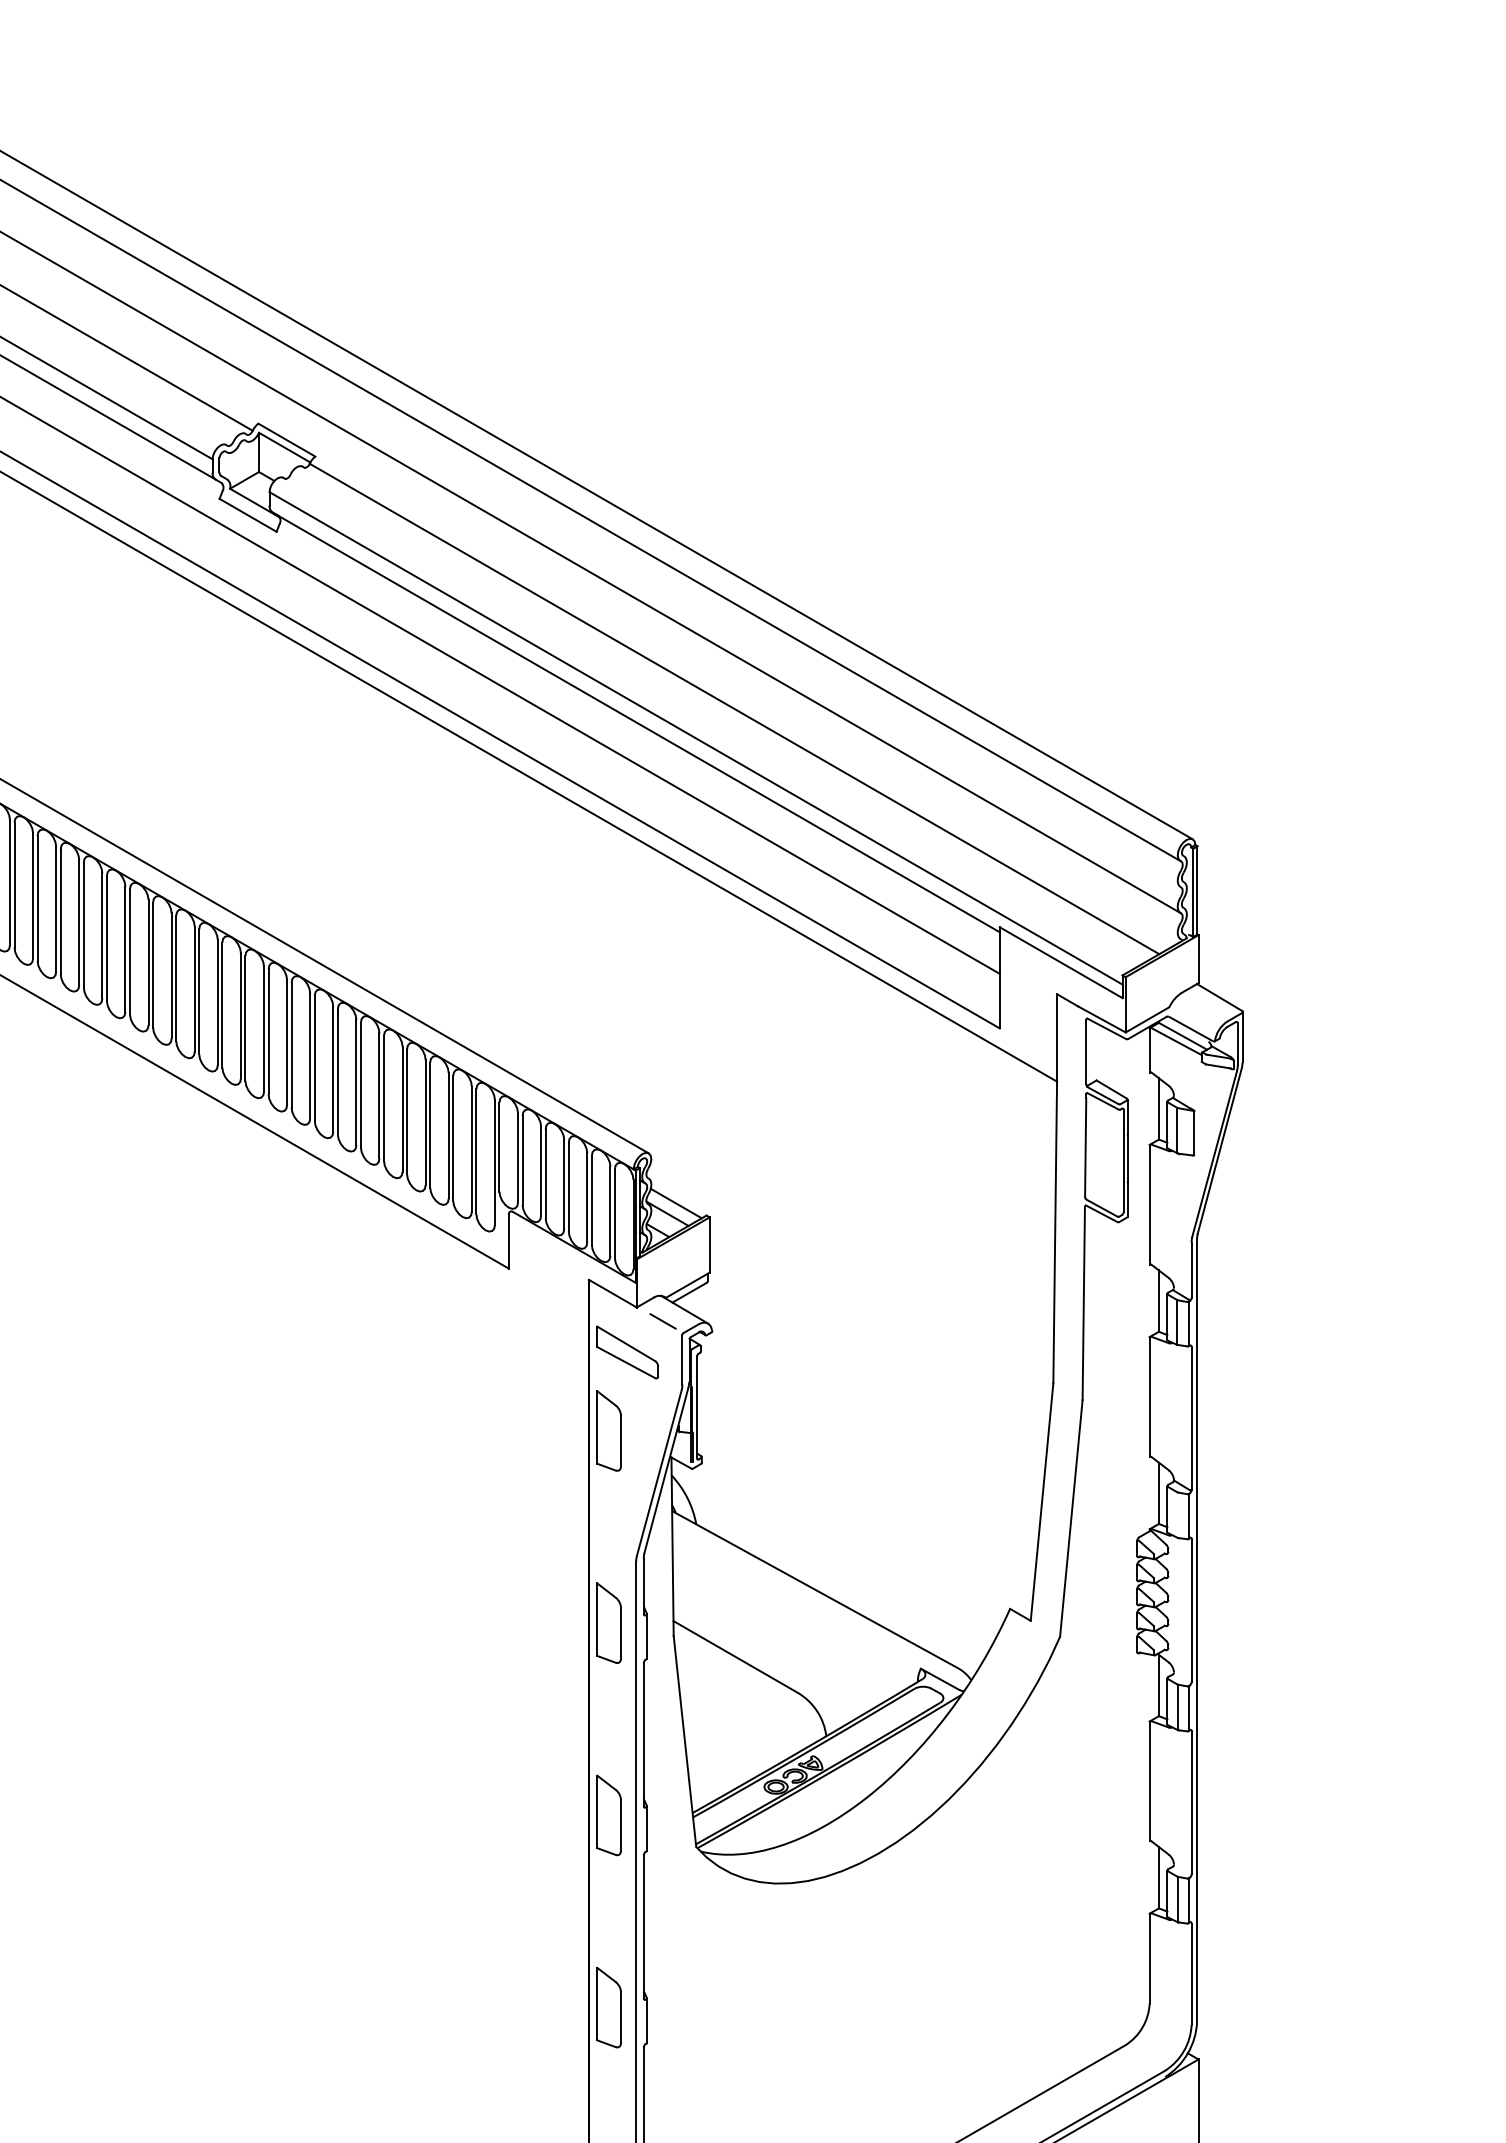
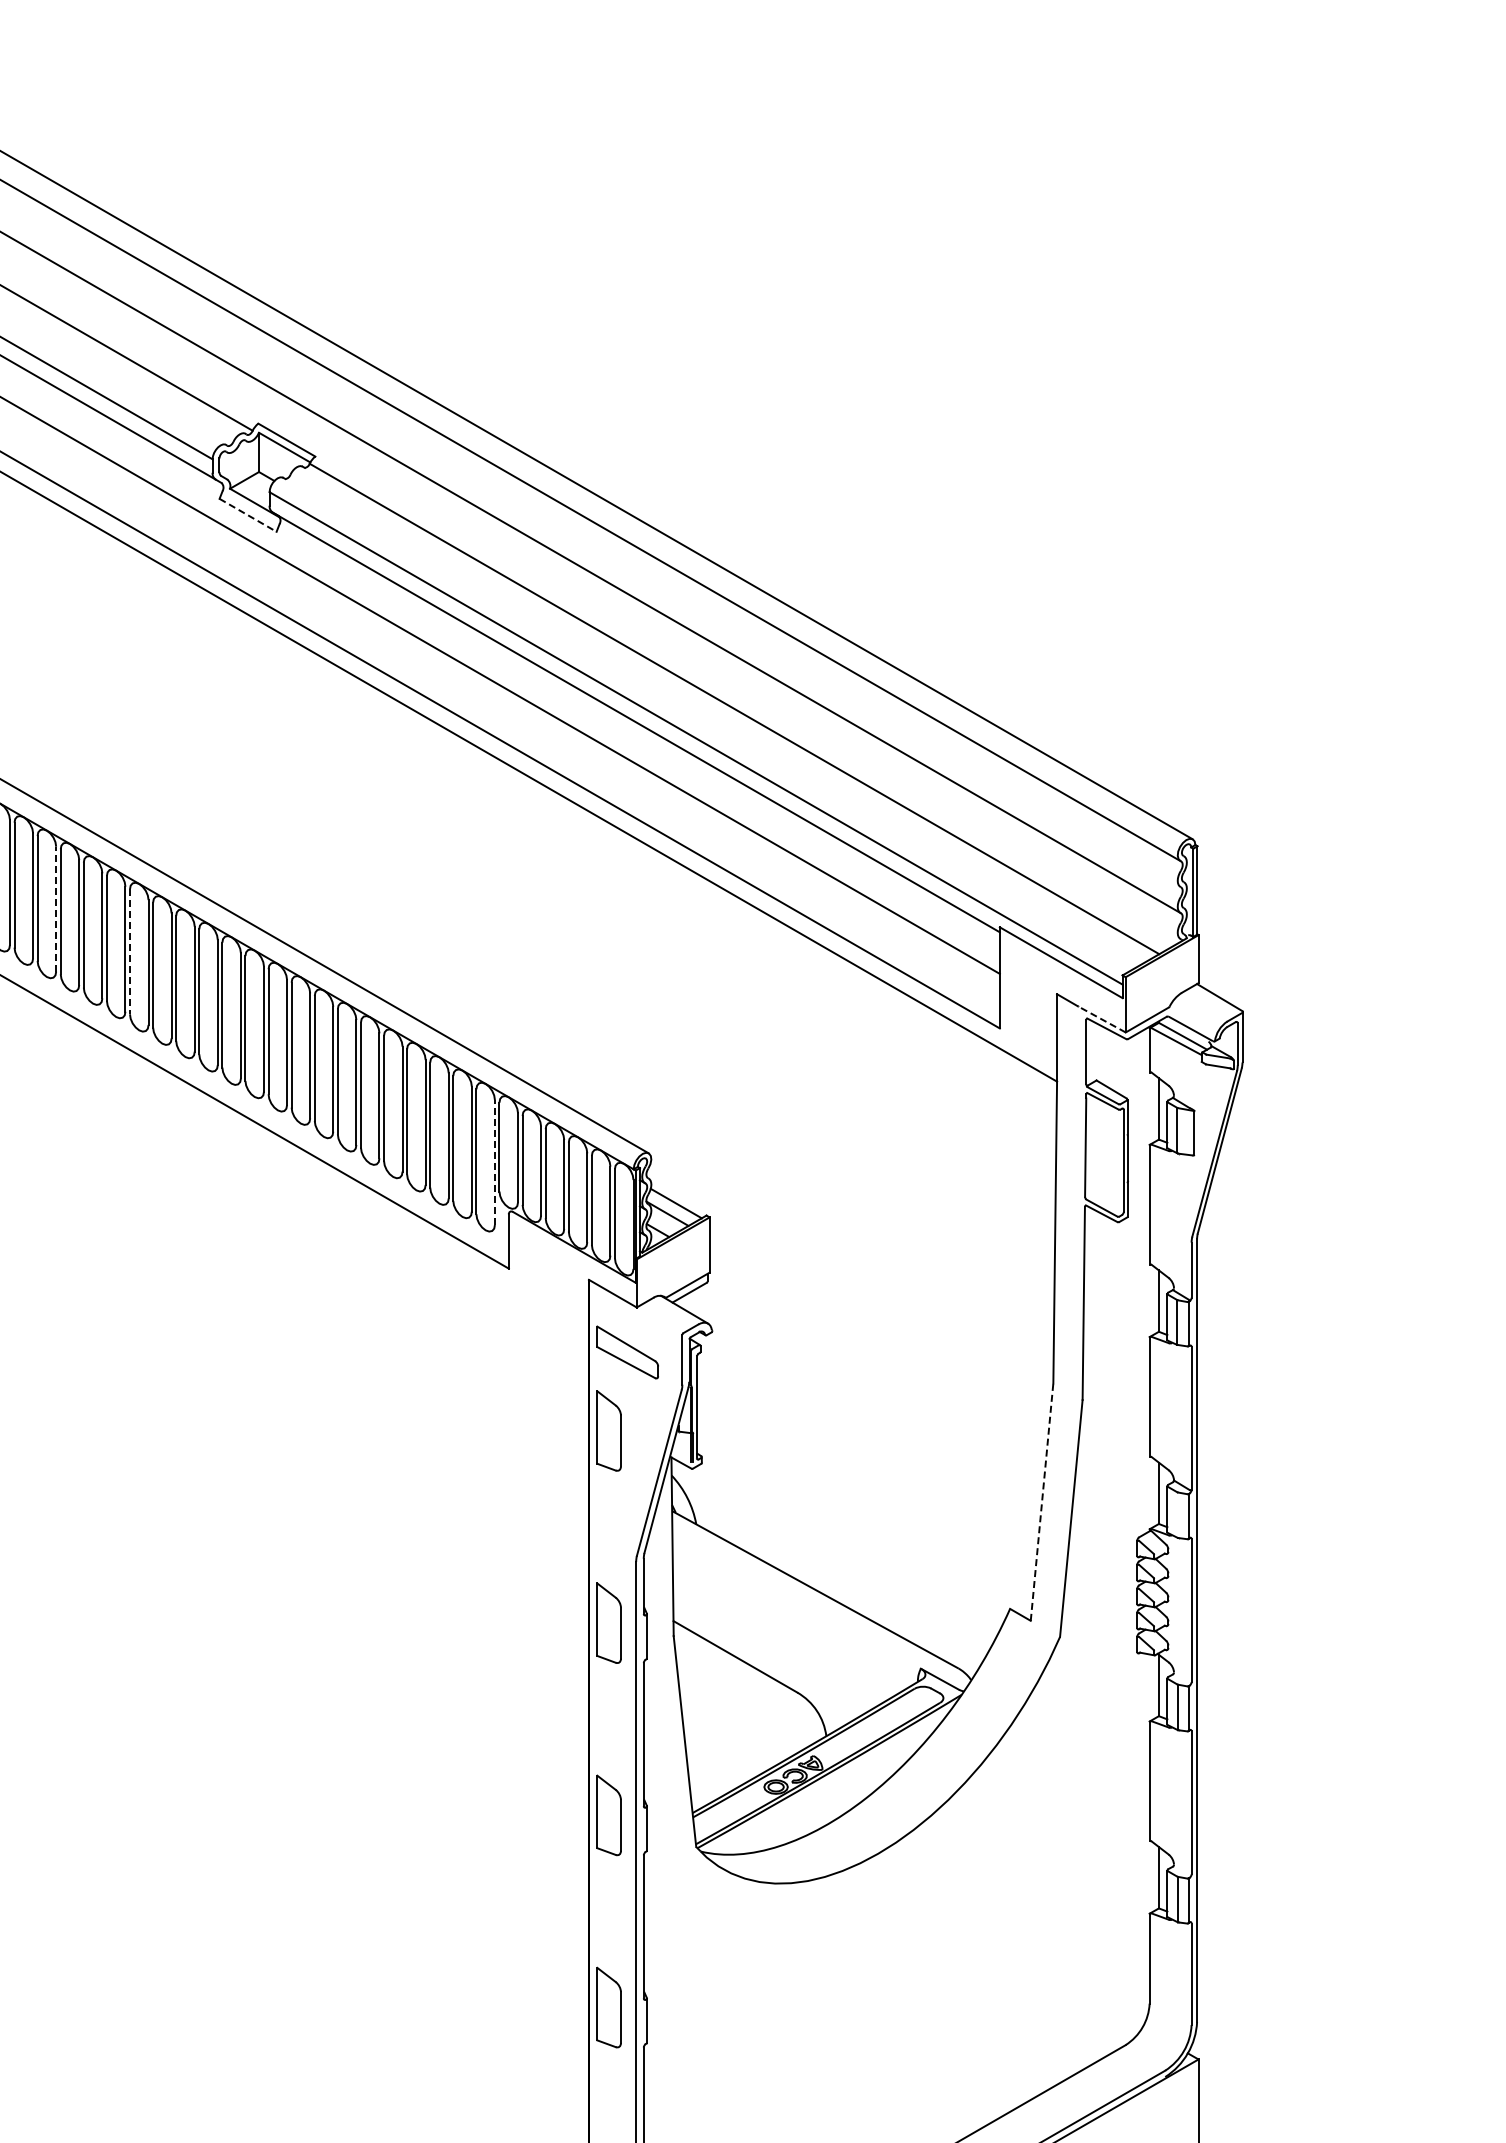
line at (248, 515): solid -> dashed
line at (56, 908): solid -> dashed
line at (129, 952): solid -> dashed
line at (1101, 1019): solid -> dashed
line at (494, 1162): solid -> dashed
line at (662, 1321): present -> none
line at (1042, 1501): solid -> dashed
